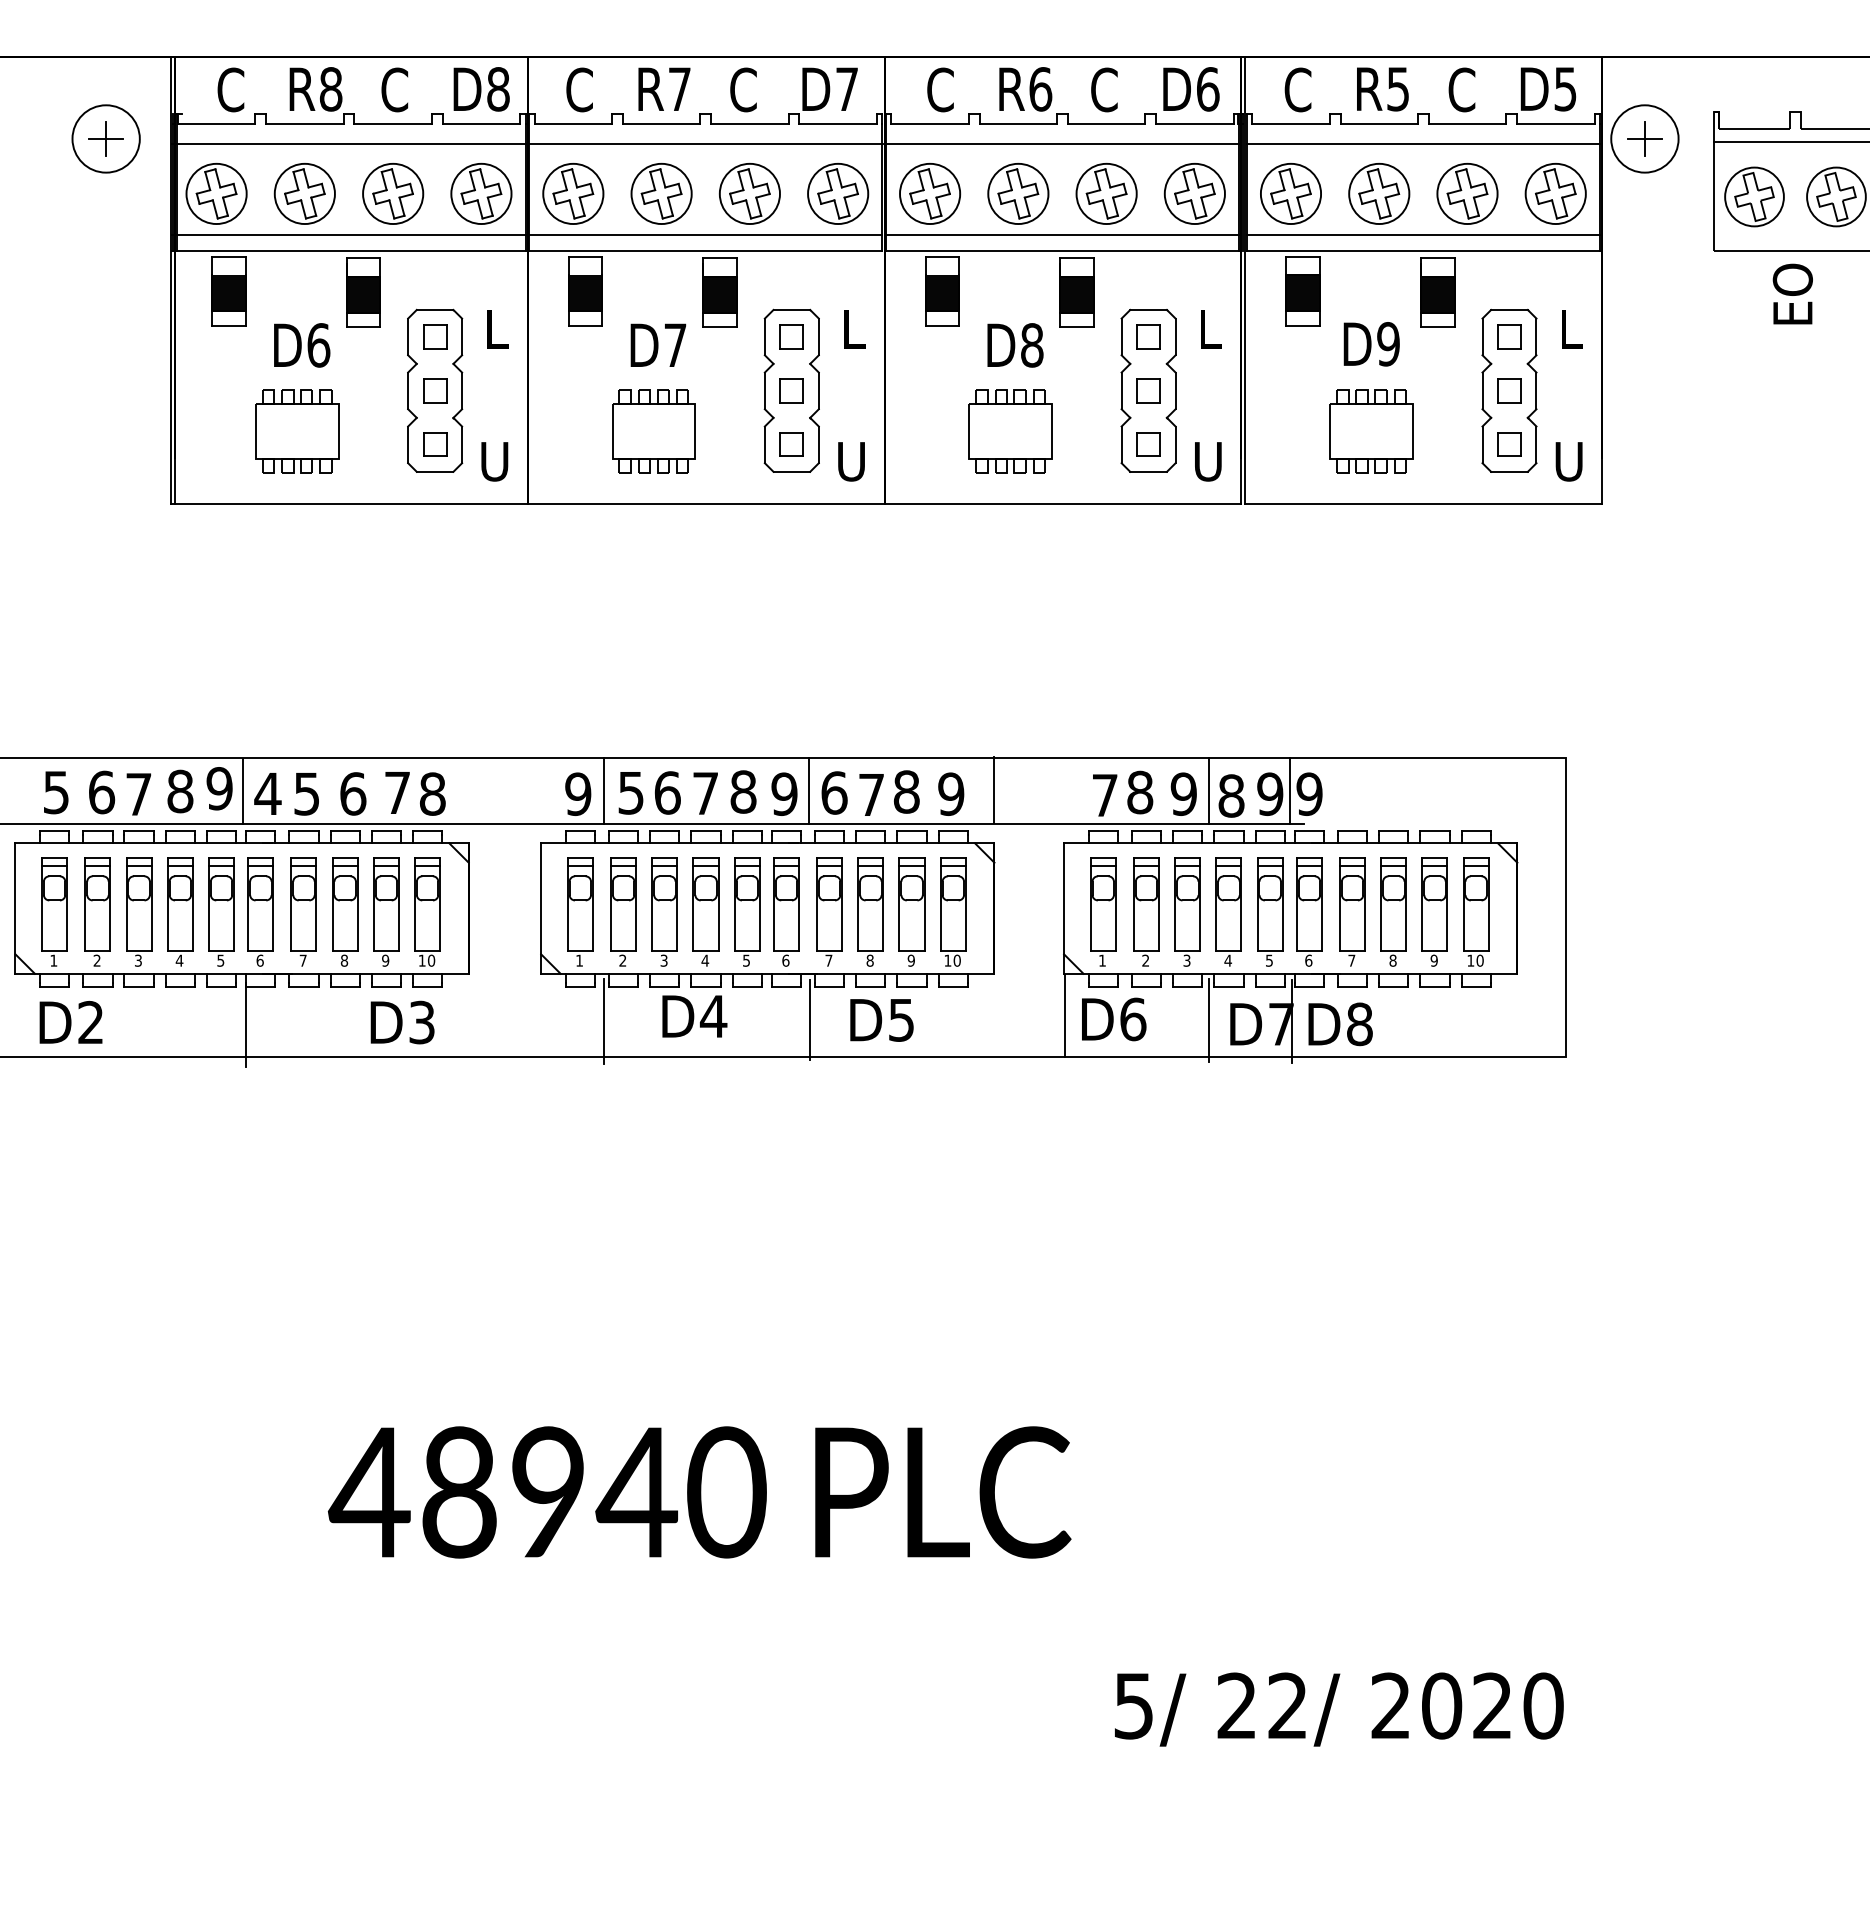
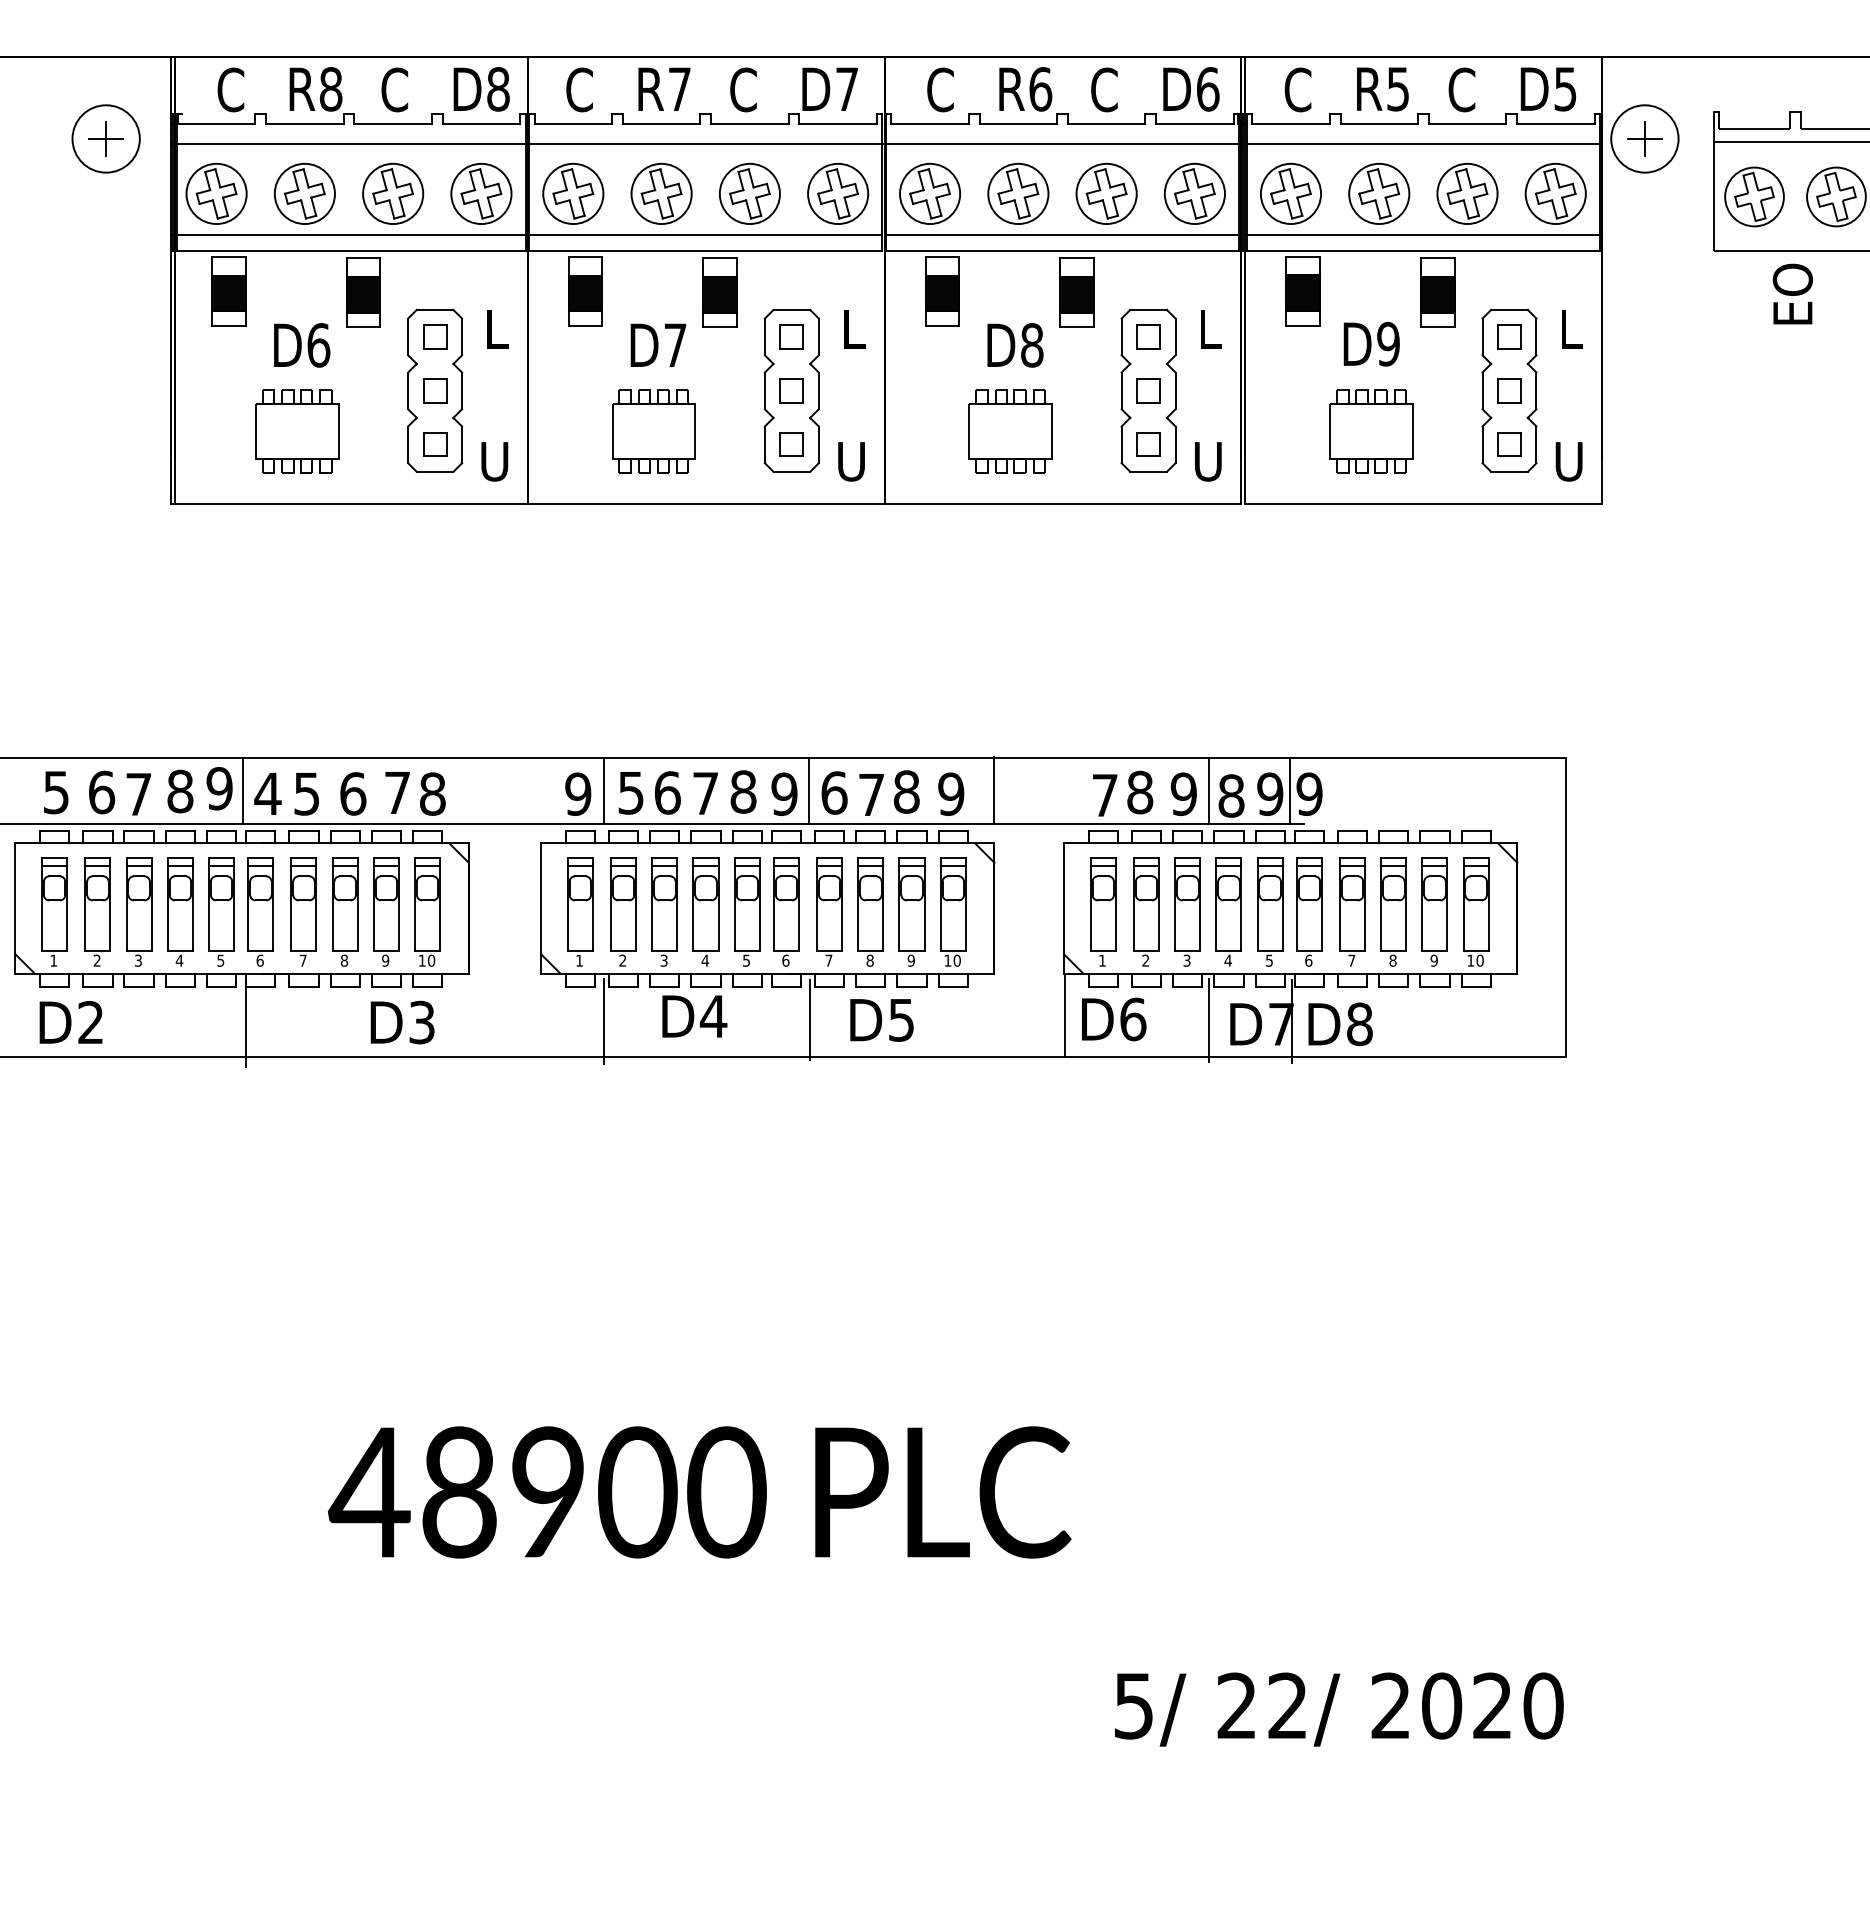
text at (636, 1492): 48940 -> 48900
